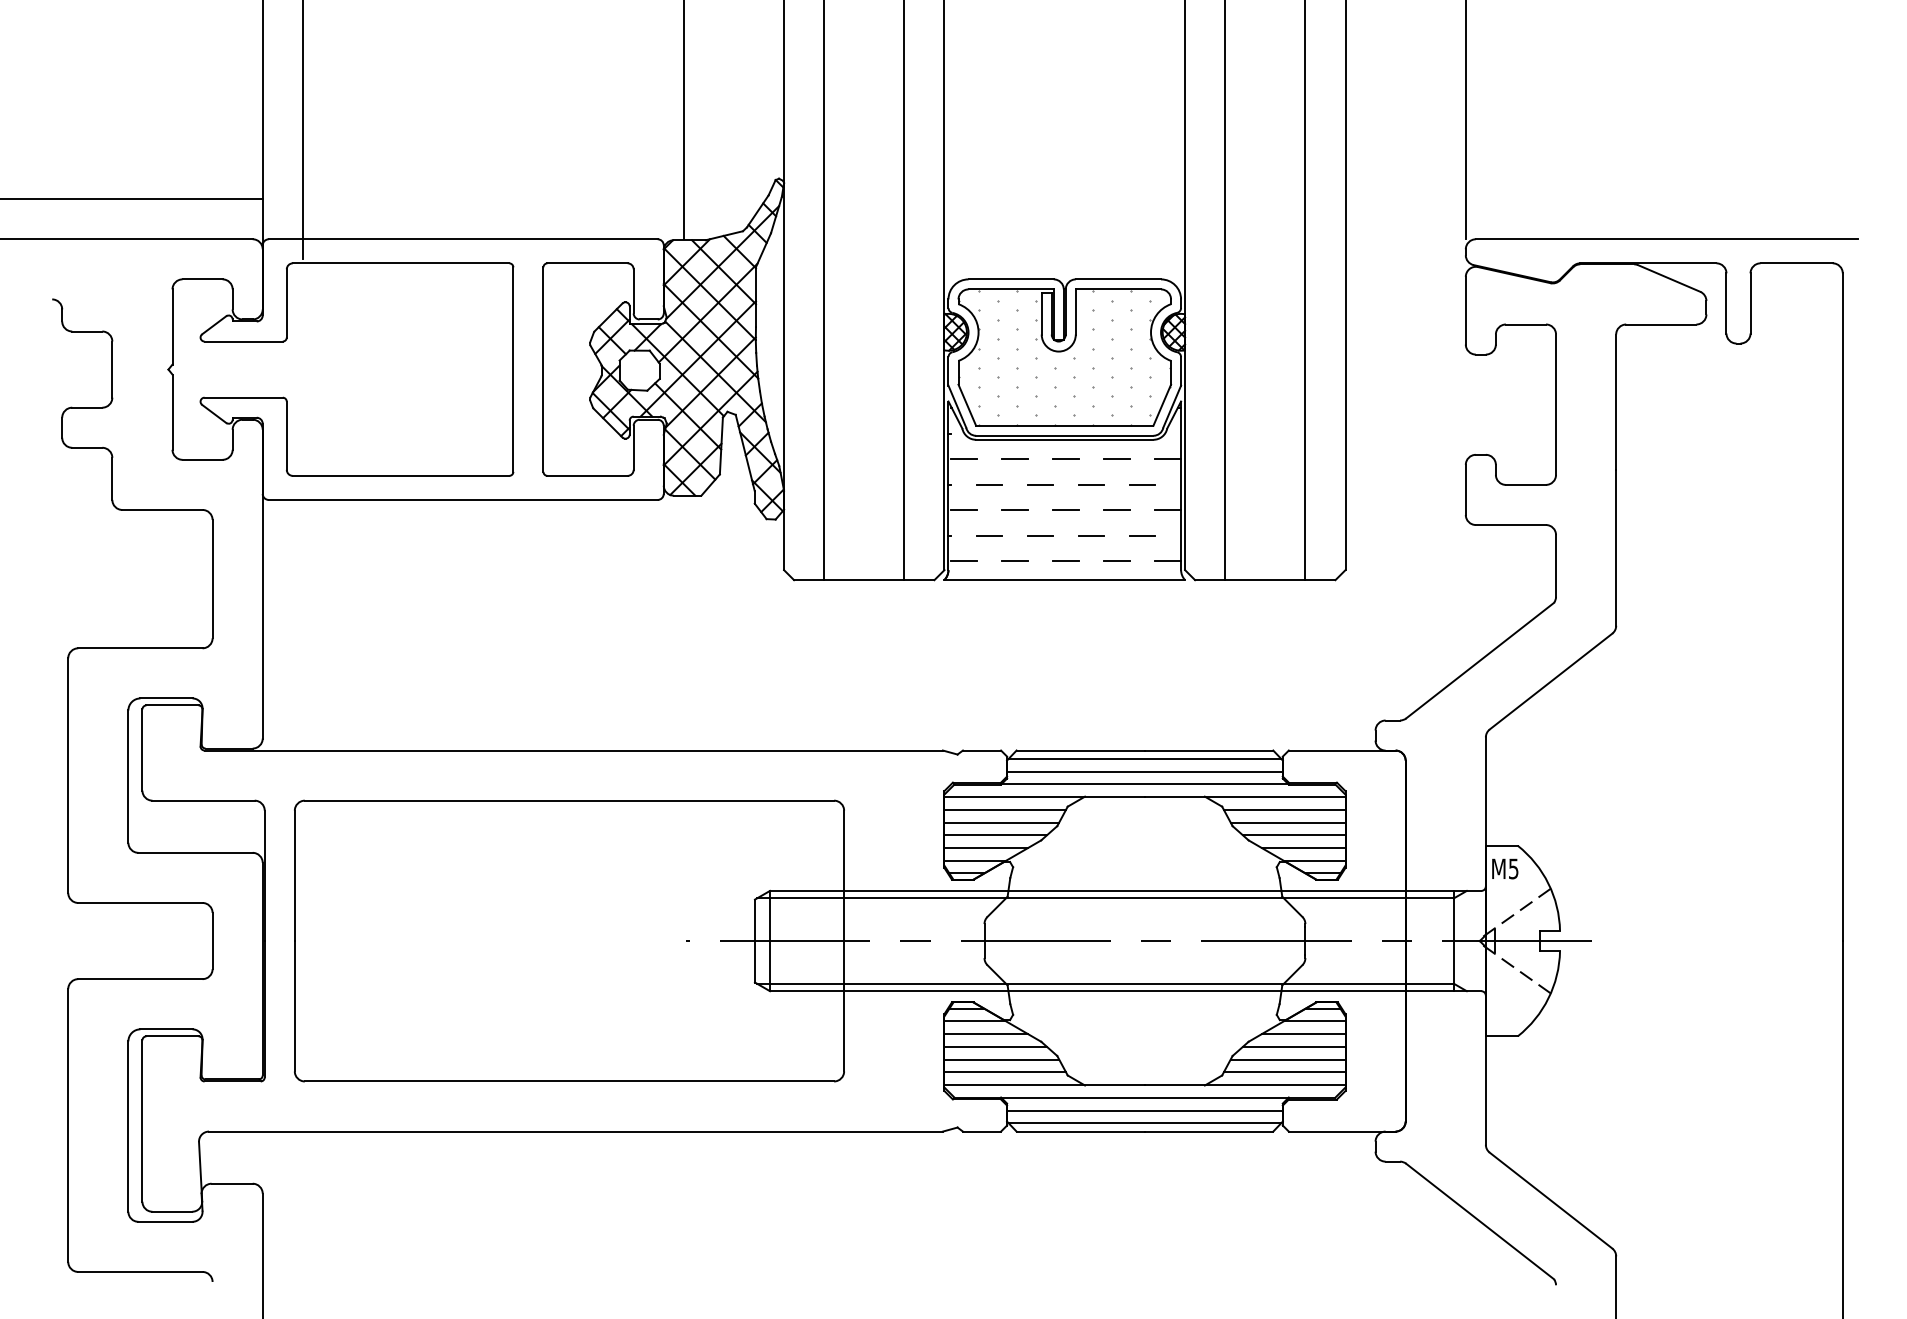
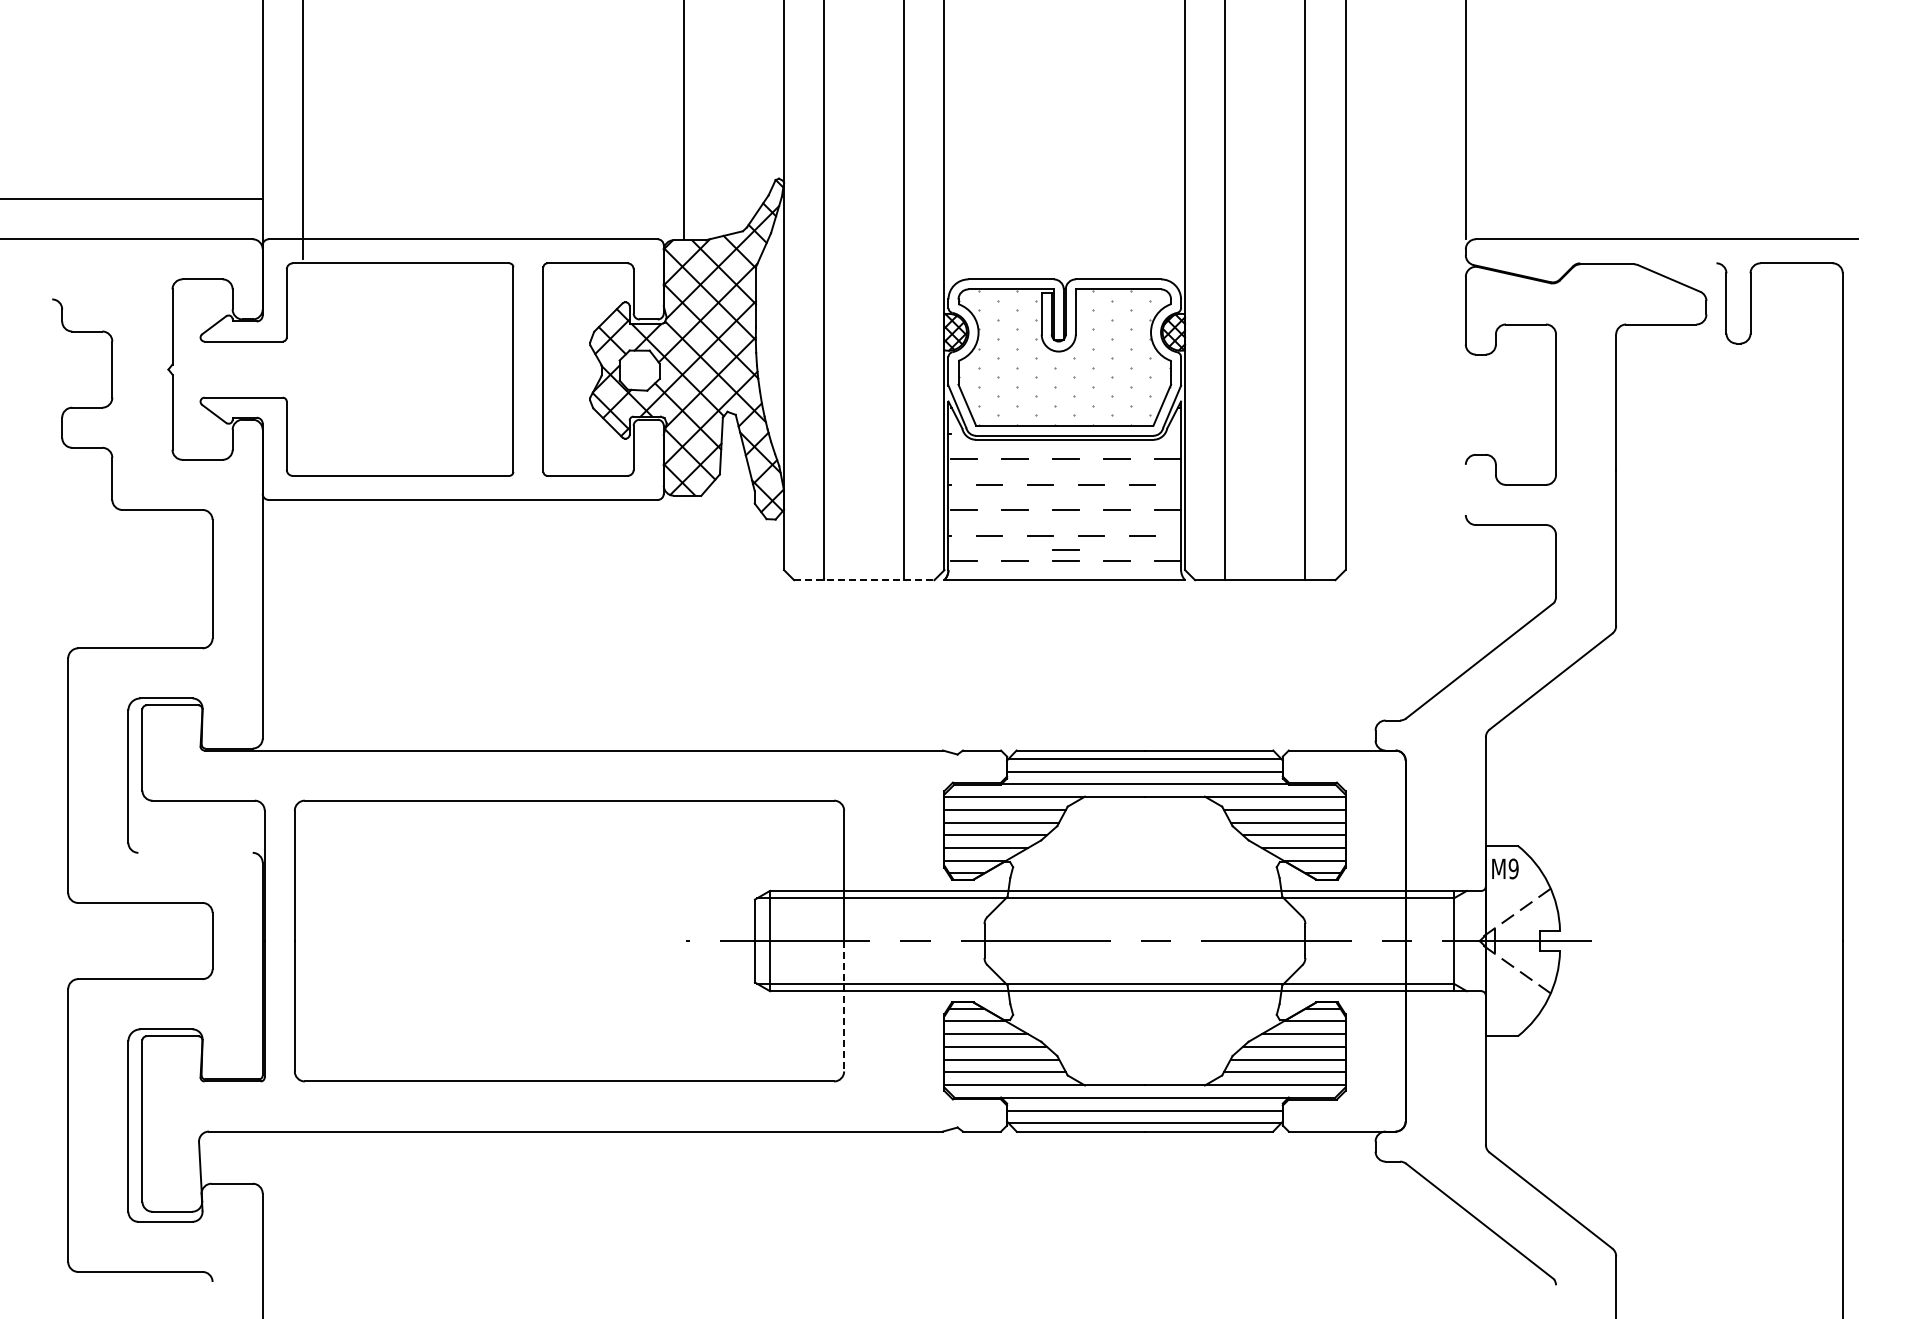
line at (1648, 263): present -> none
line at (1465, 489): present -> none
line at (1065, 549): none -> present
line at (864, 580): solid -> dashed
line at (195, 852): present -> none
text at (1513, 868): M5 -> M9
line at (844, 1006): solid -> dashed
